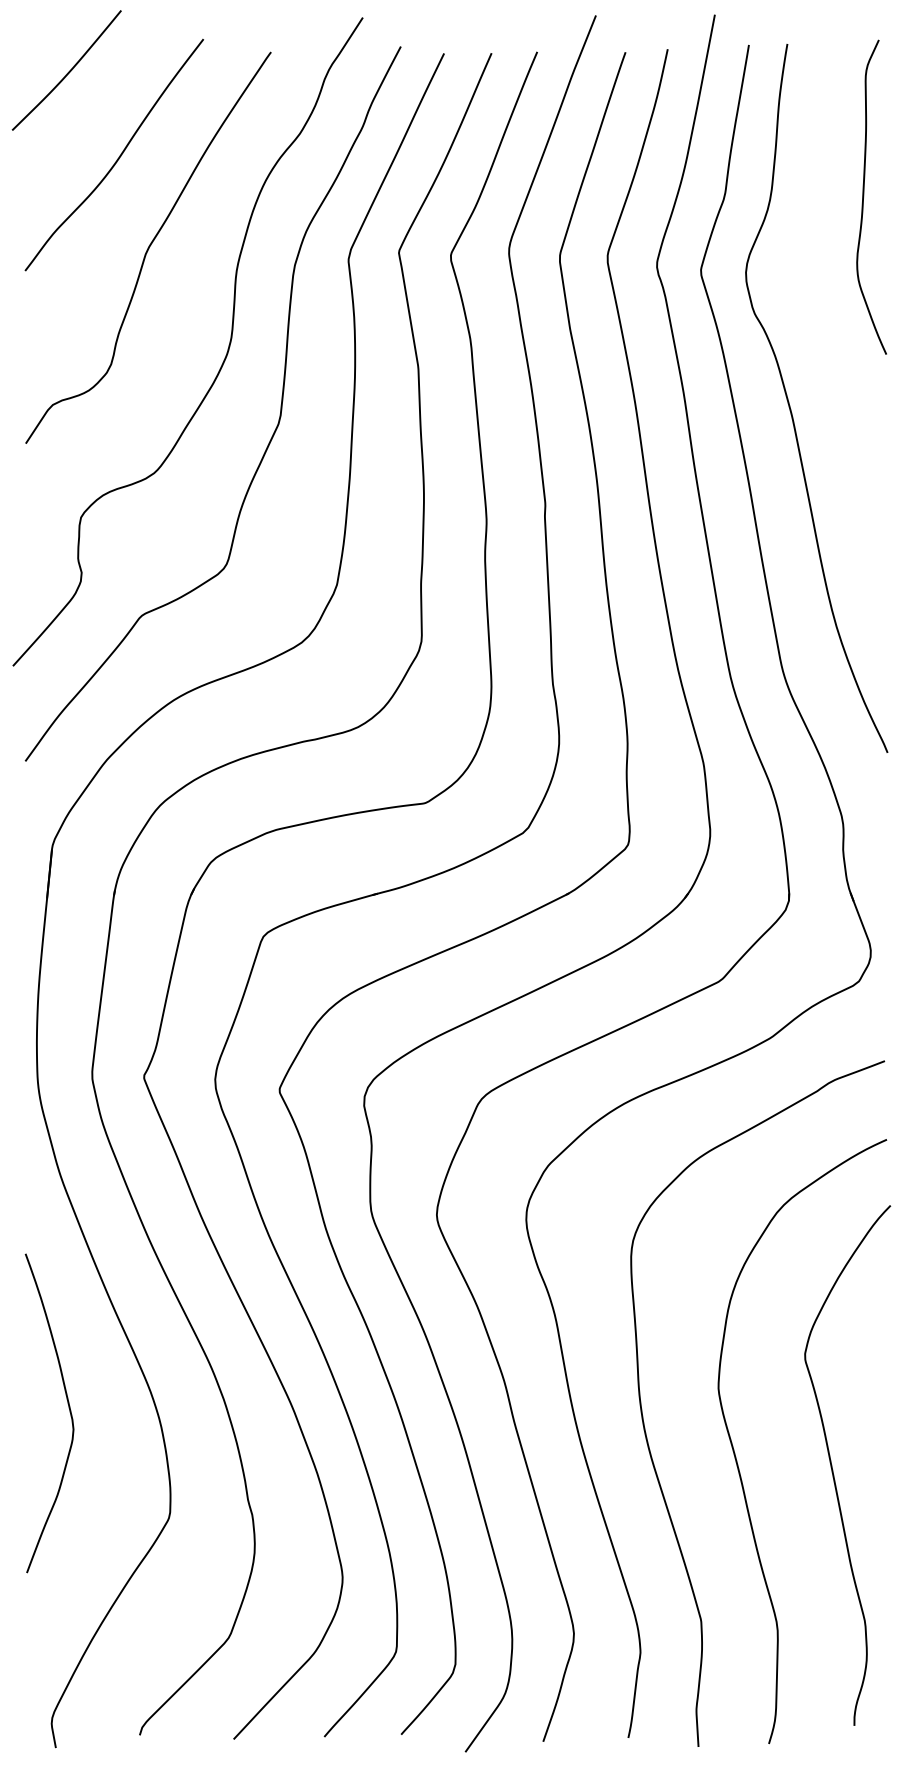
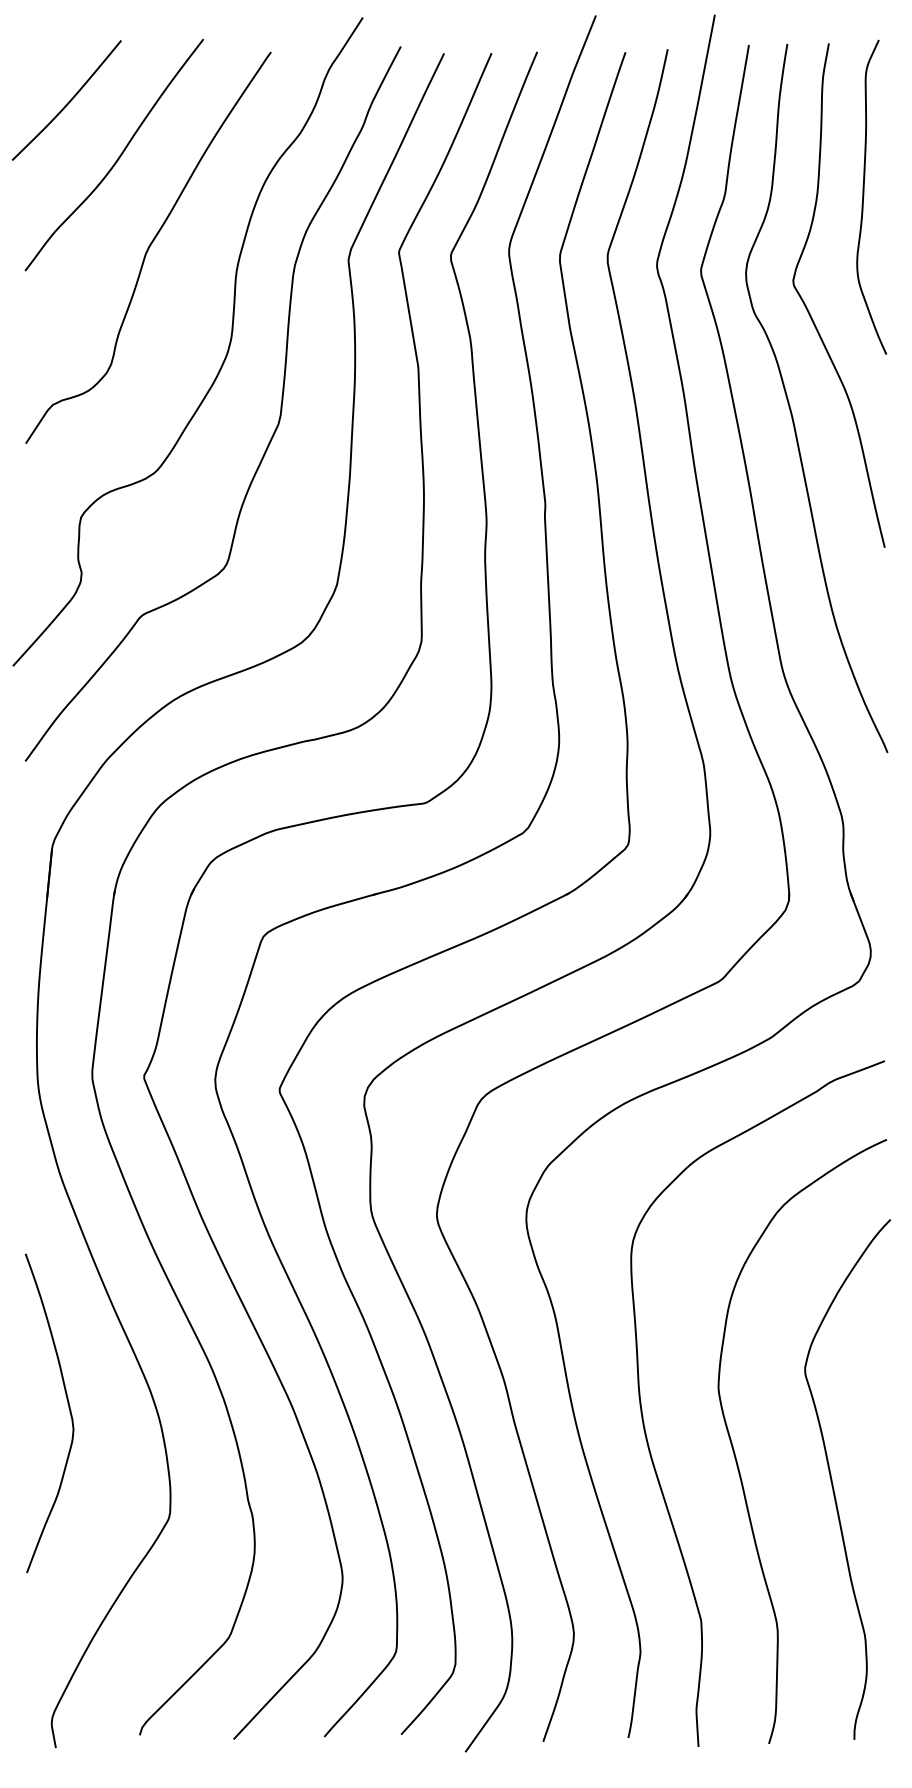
curve at (68, 71) position: (68, 71) -> (68, 101)
curve at (808, 309): none -> present
curve at (833, 1470) position: (833, 1470) -> (833, 1484)
